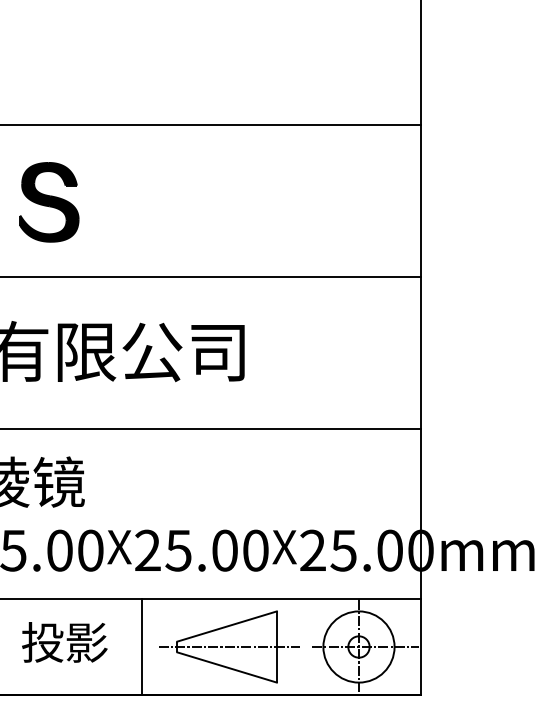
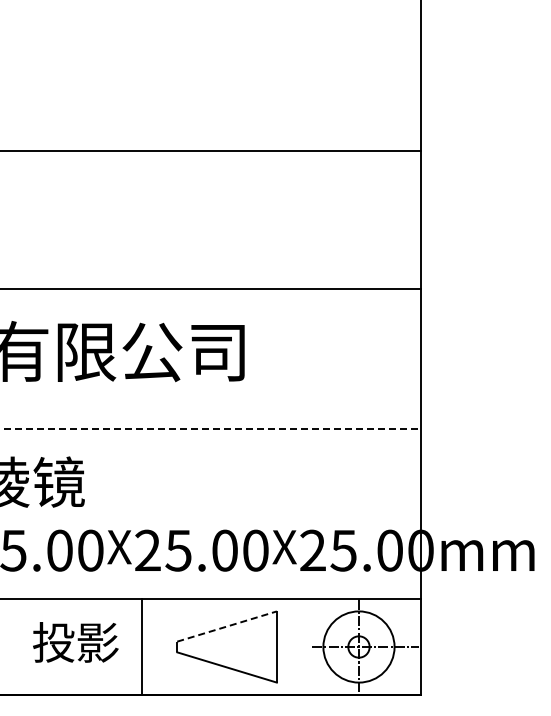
line at (211, 125) position: (211, 125) -> (211, 151)
part at (49, 202): present -> none
line at (211, 276) position: (211, 276) -> (211, 288)
line at (211, 428): solid -> dashed
line at (227, 626): solid -> dashed
text at (64, 642) position: (64, 642) -> (75, 642)
line at (229, 647): present -> none
